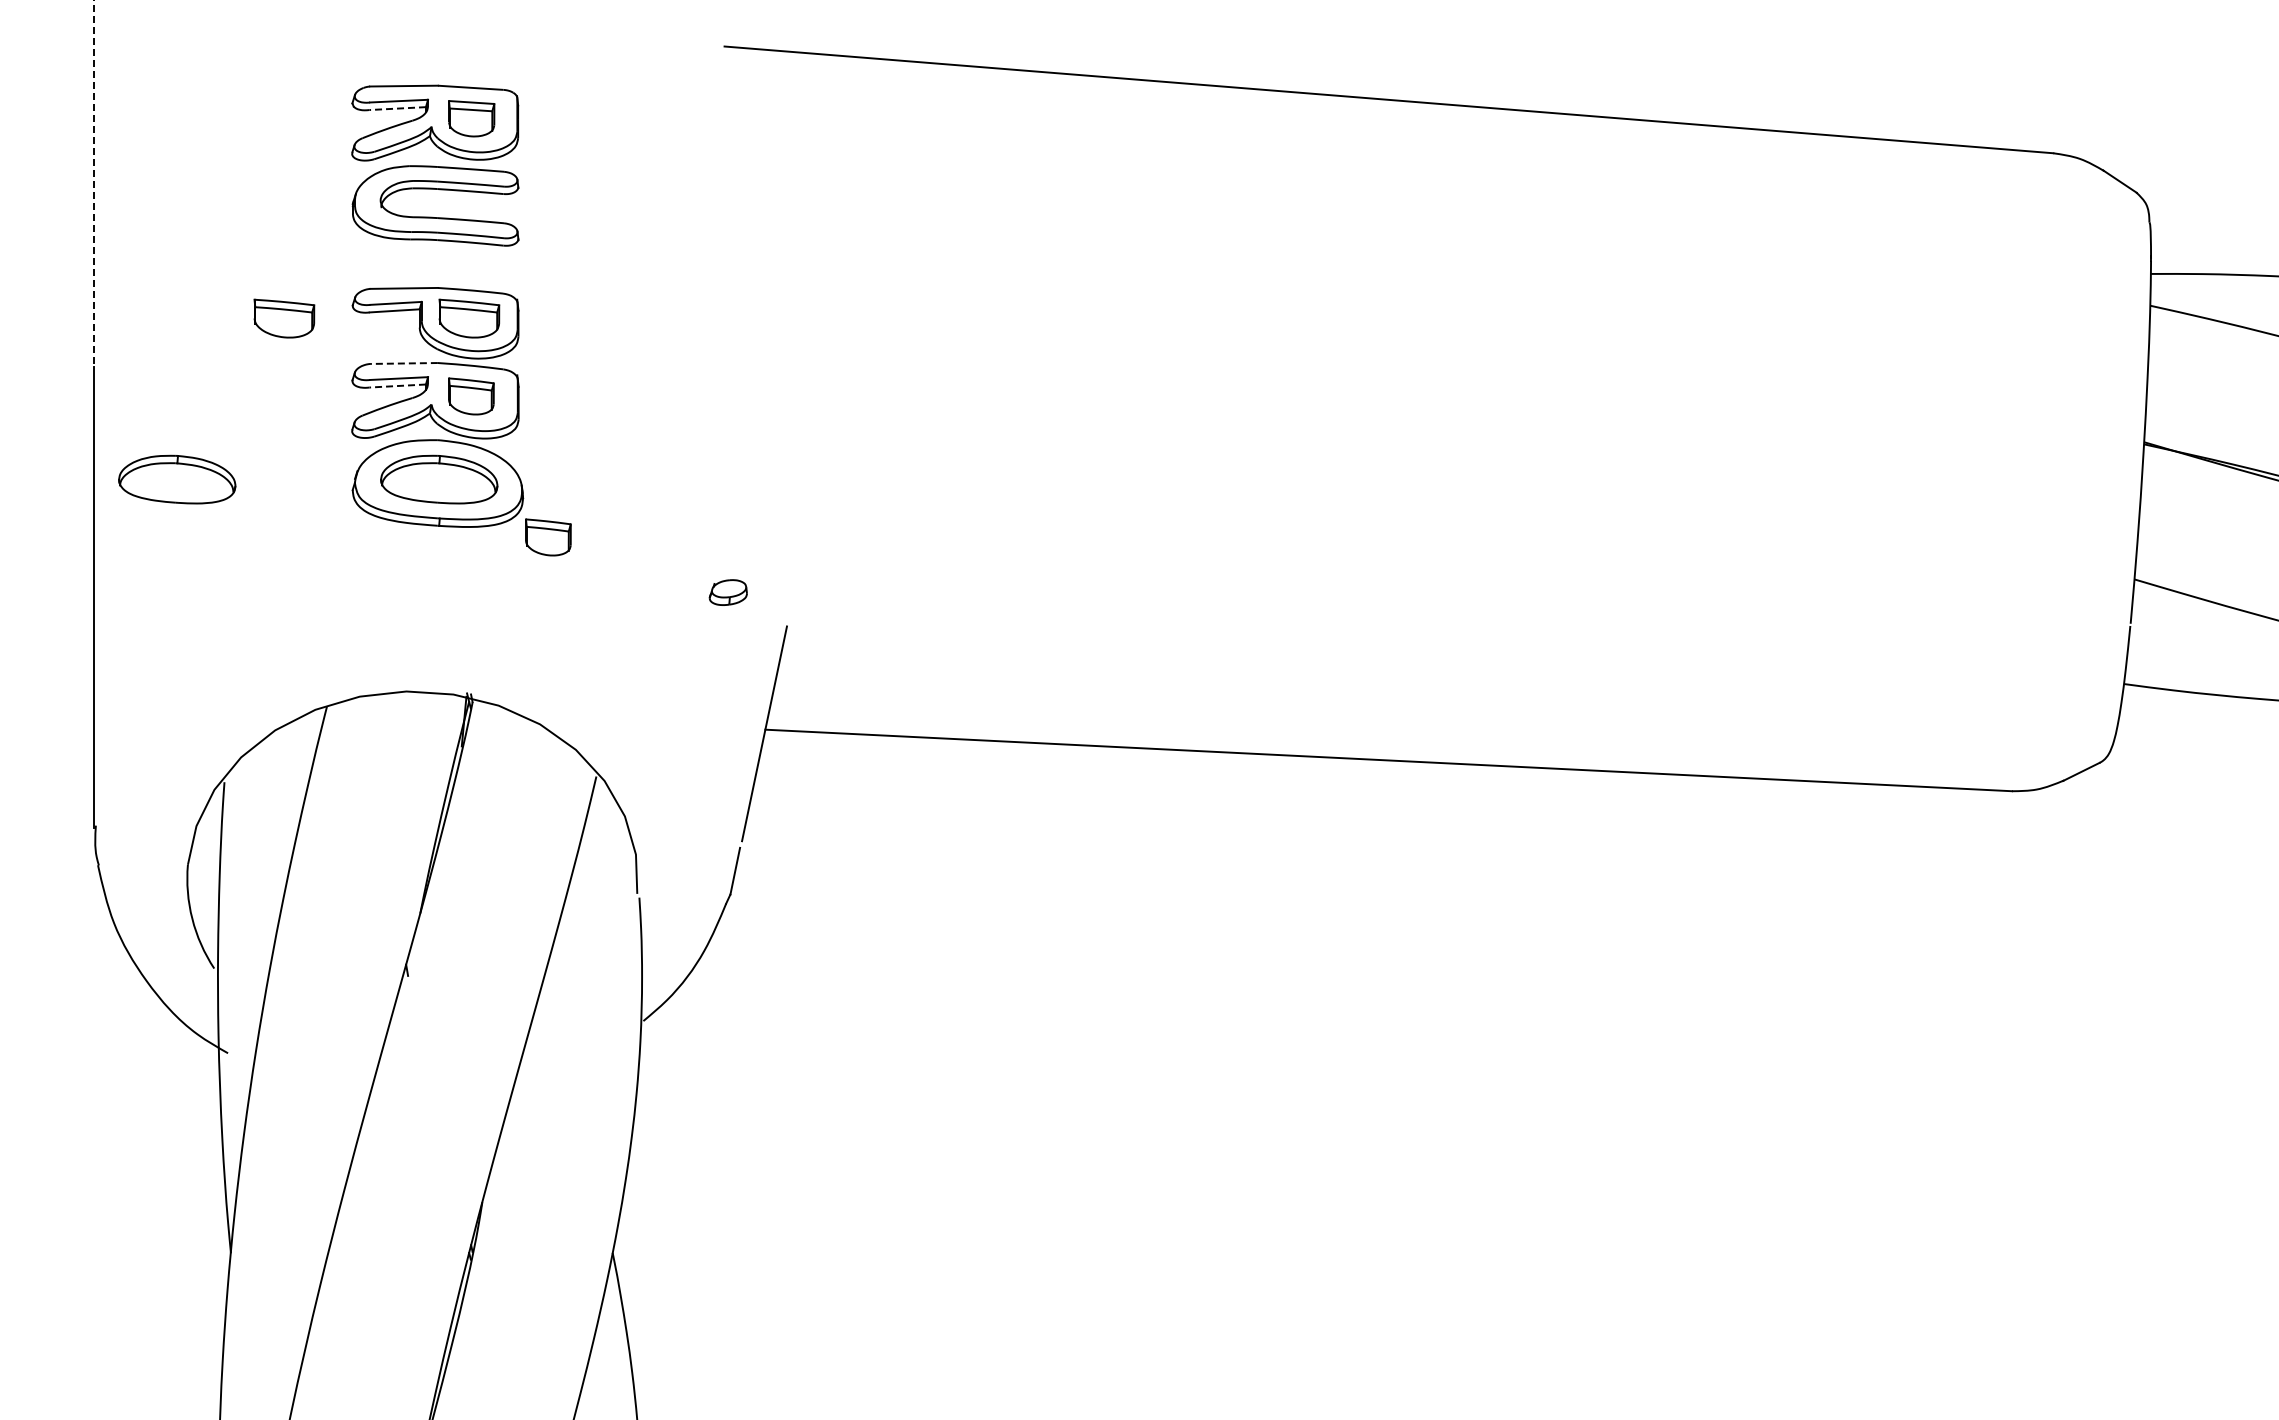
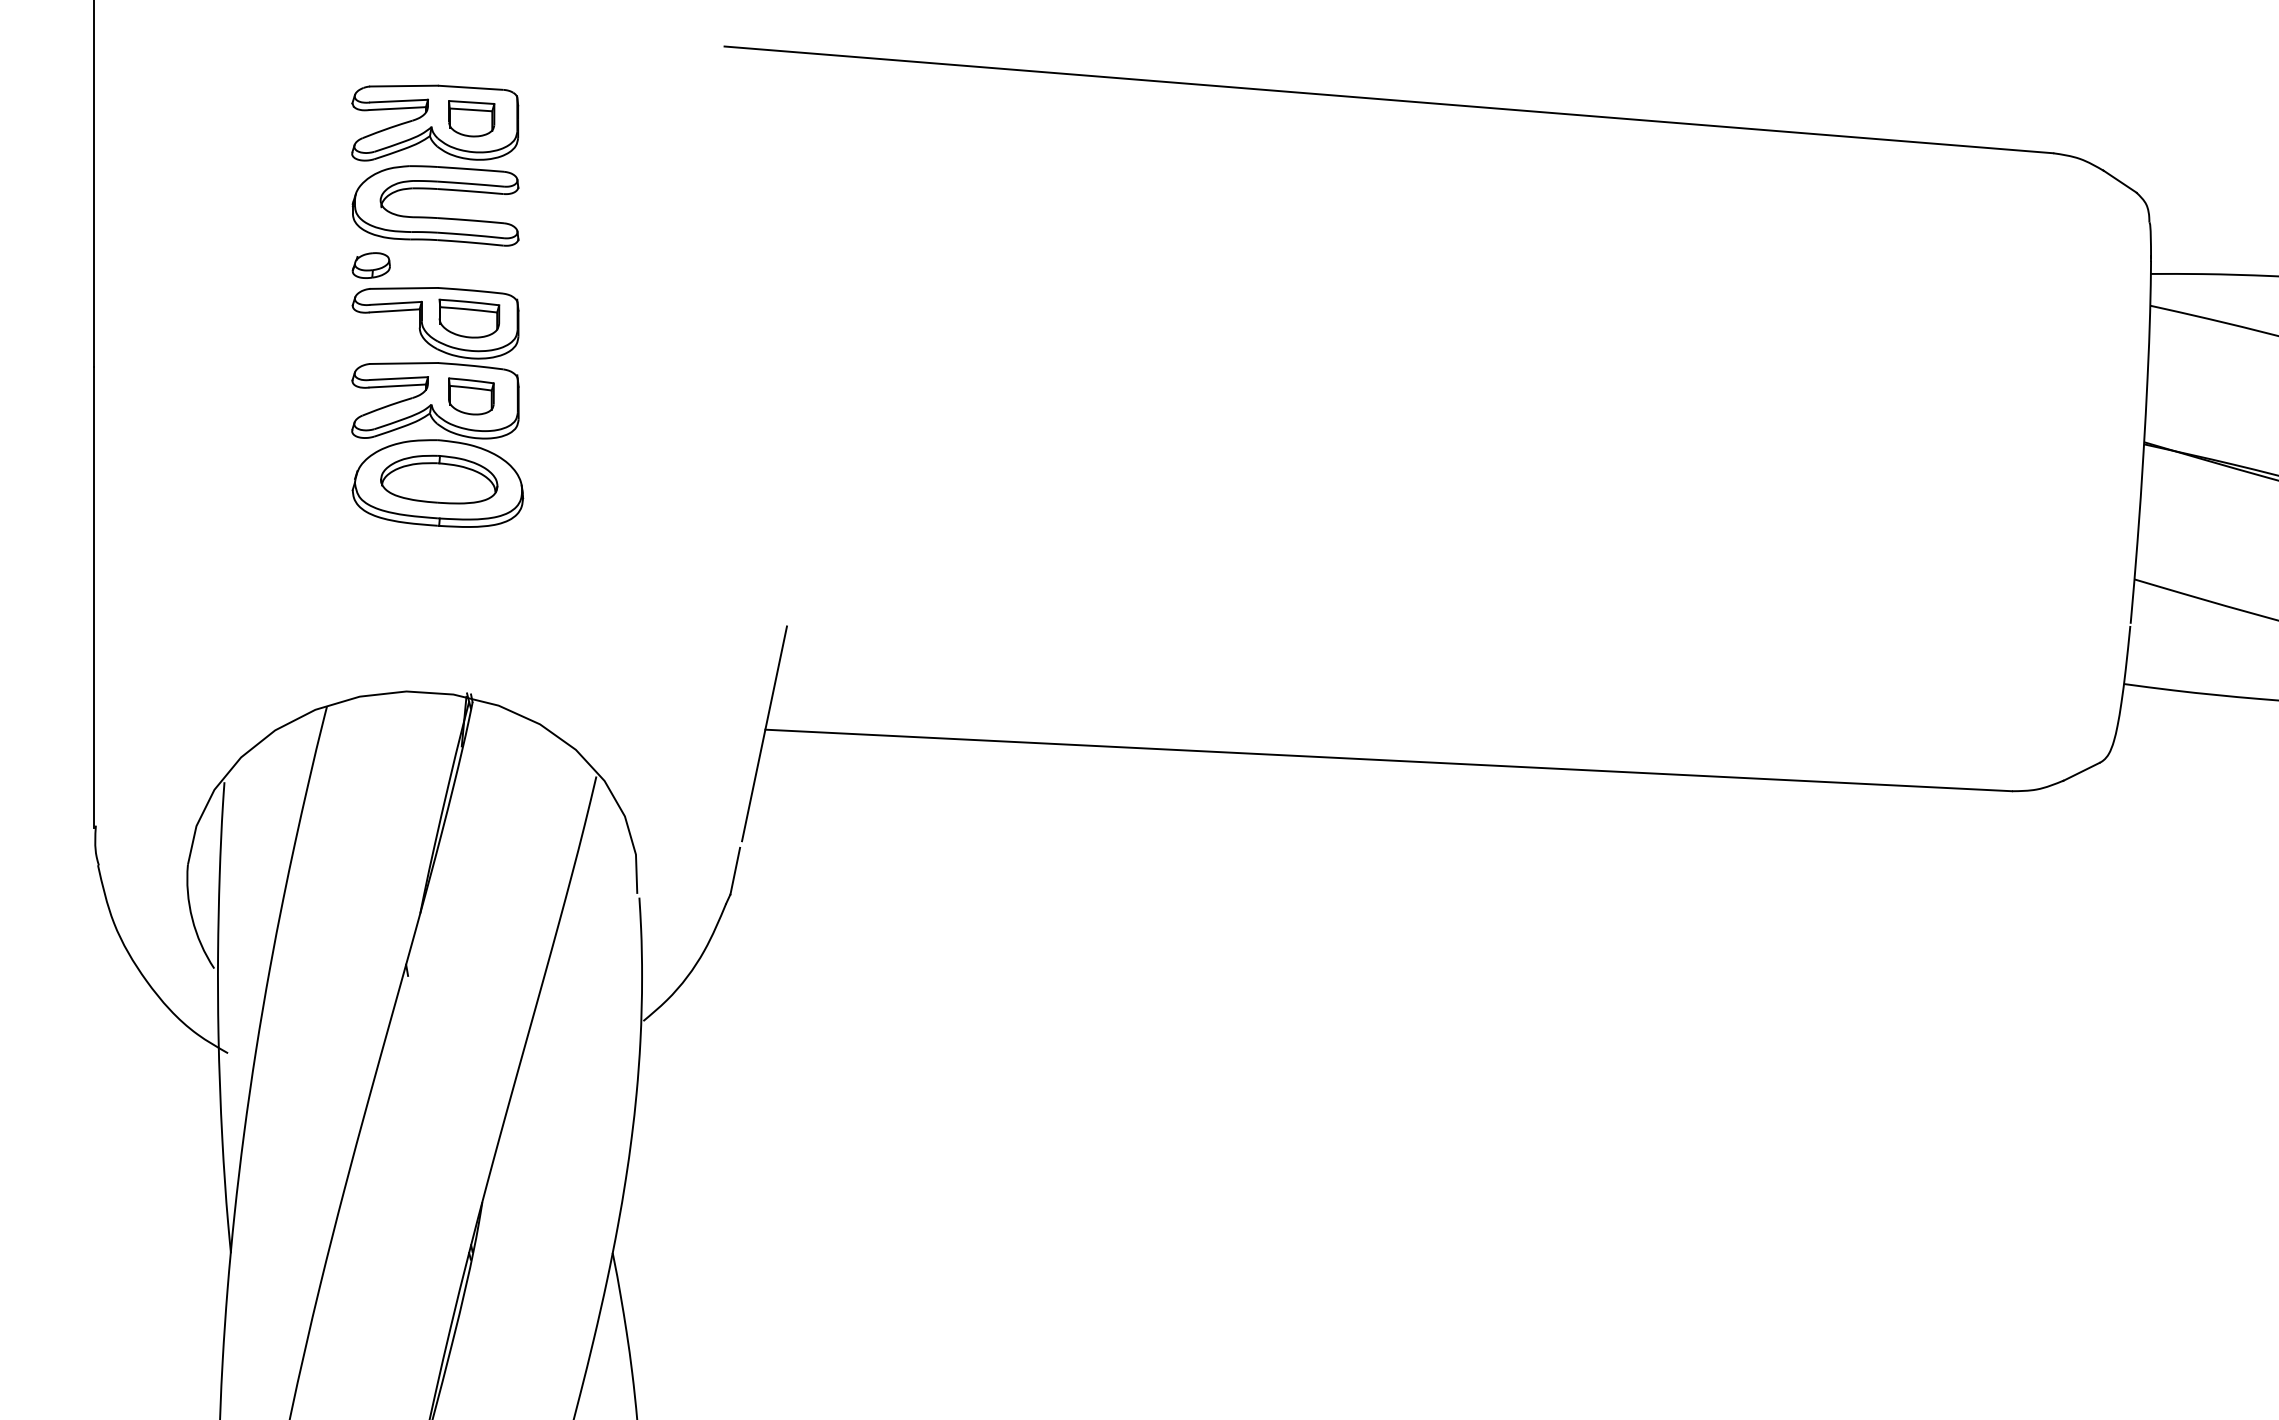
line at (397, 108): dashed -> solid
line at (94, 184): dashed -> solid
part at (284, 318): present -> none
line at (403, 363): dashed -> solid
line at (397, 386): dashed -> solid
part at (177, 479): present -> none
part at (548, 537): present -> none
part at (727, 592) position: (727, 592) -> (370, 265)
